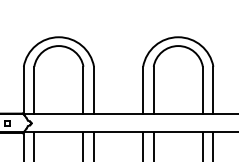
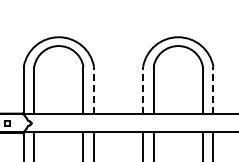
line at (94, 90): solid -> dashed
line at (143, 90): solid -> dashed
line at (213, 90): solid -> dashed
